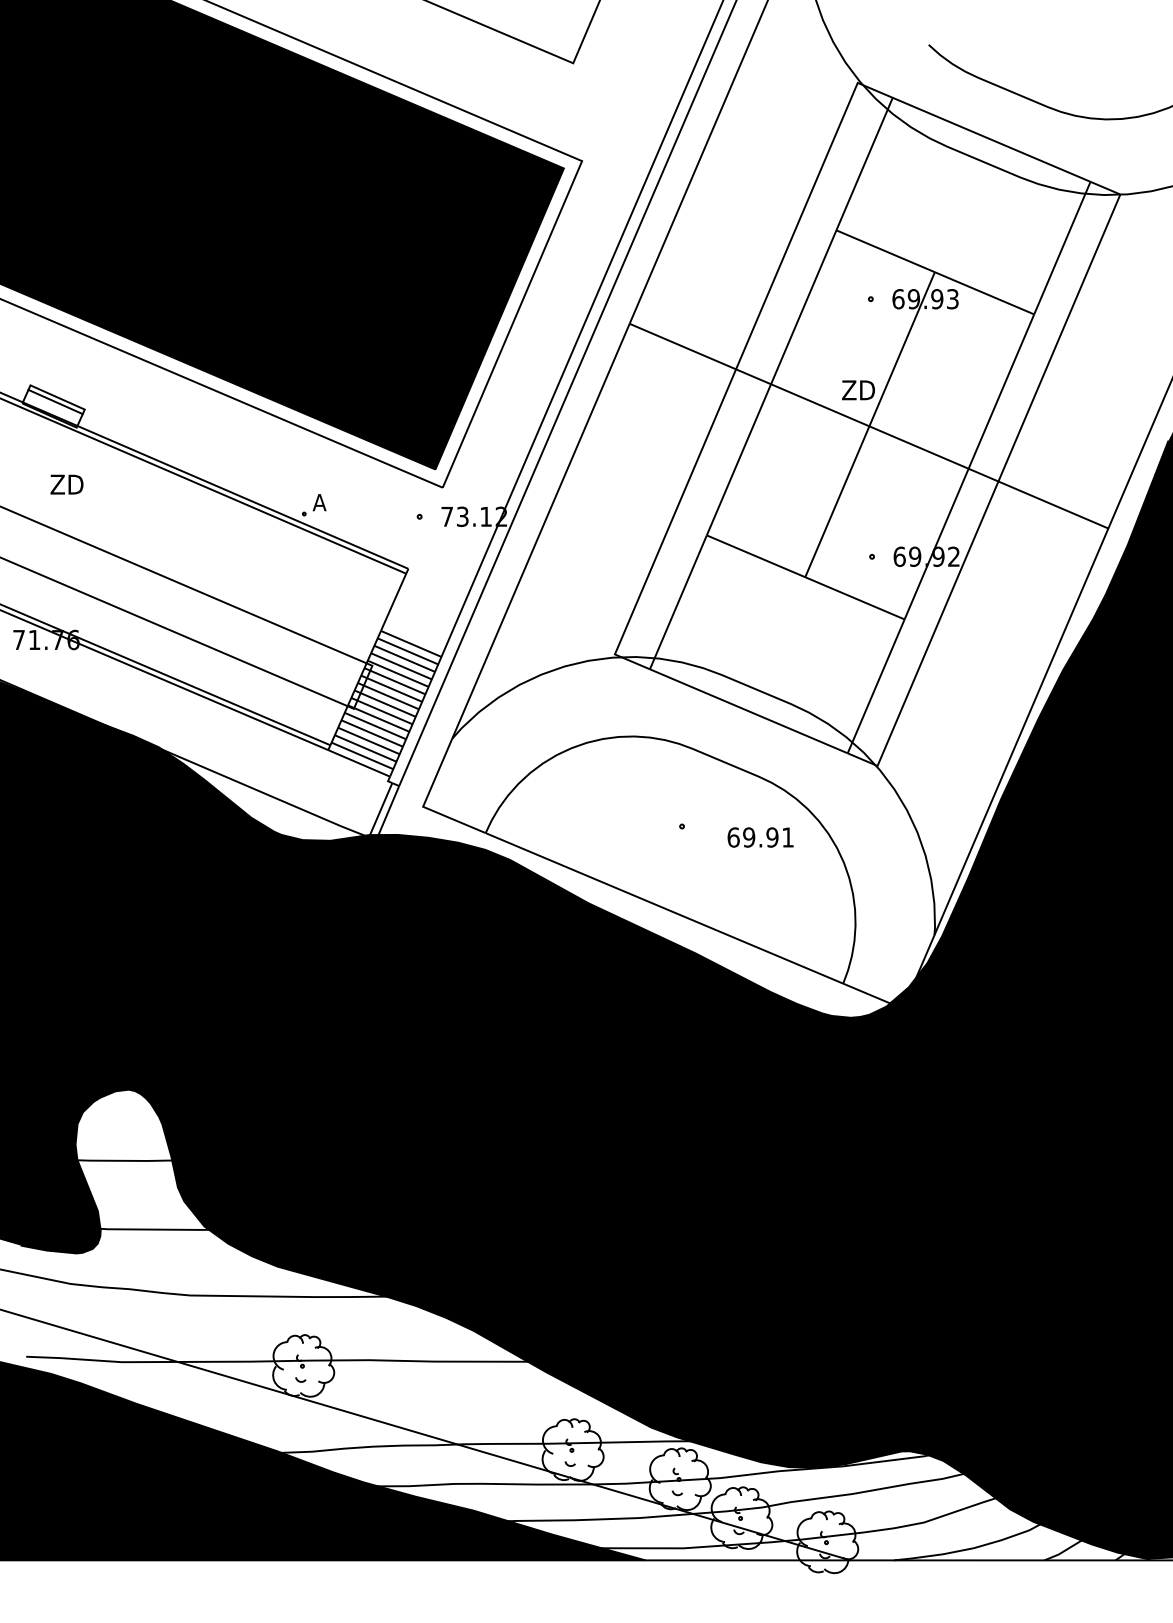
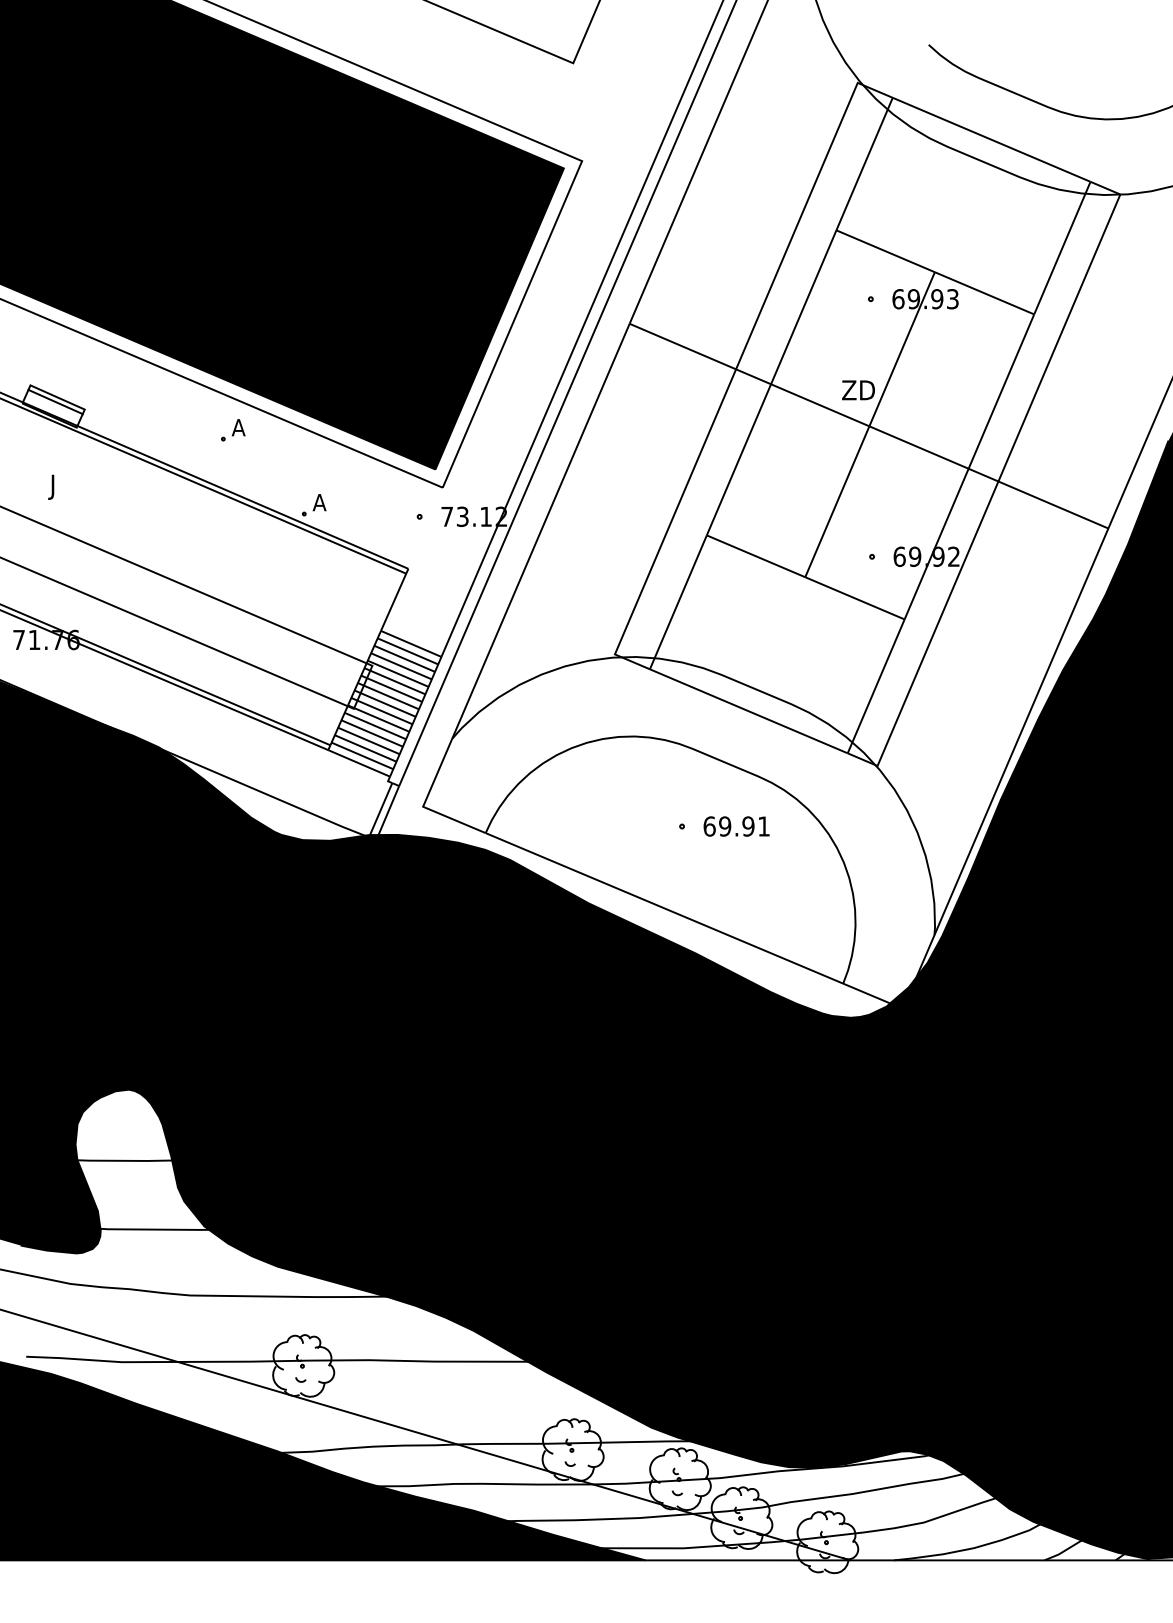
part at (233, 430): none -> present
text at (65, 486): ZD -> J
text at (760, 837) position: (760, 837) -> (736, 826)
